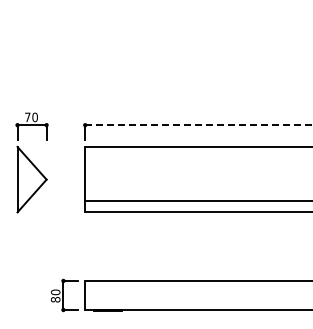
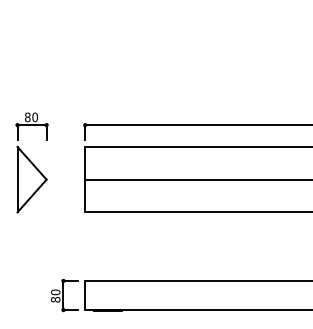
text at (27, 117): 70 -> 80
line at (199, 125): dashed -> solid
line at (197, 200) position: (197, 200) -> (197, 179)
